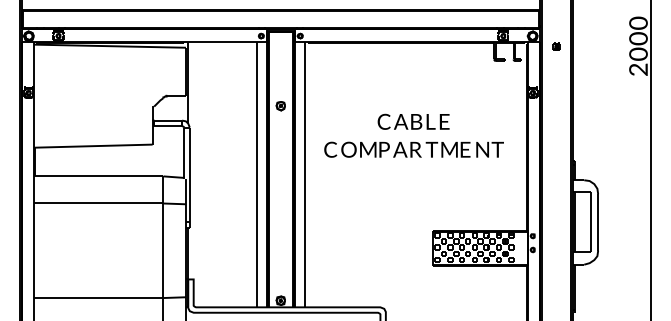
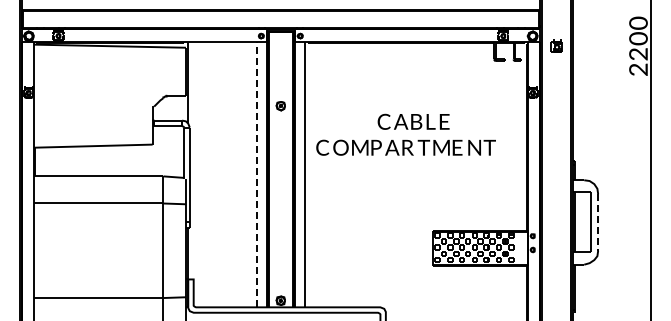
part at (556, 46) size: 9x9 px -> 13x14 px
text at (638, 53): 0 -> 2
text at (413, 149) position: (413, 149) -> (405, 147)
line at (257, 174): solid -> dashed
line at (598, 222): solid -> dashed
